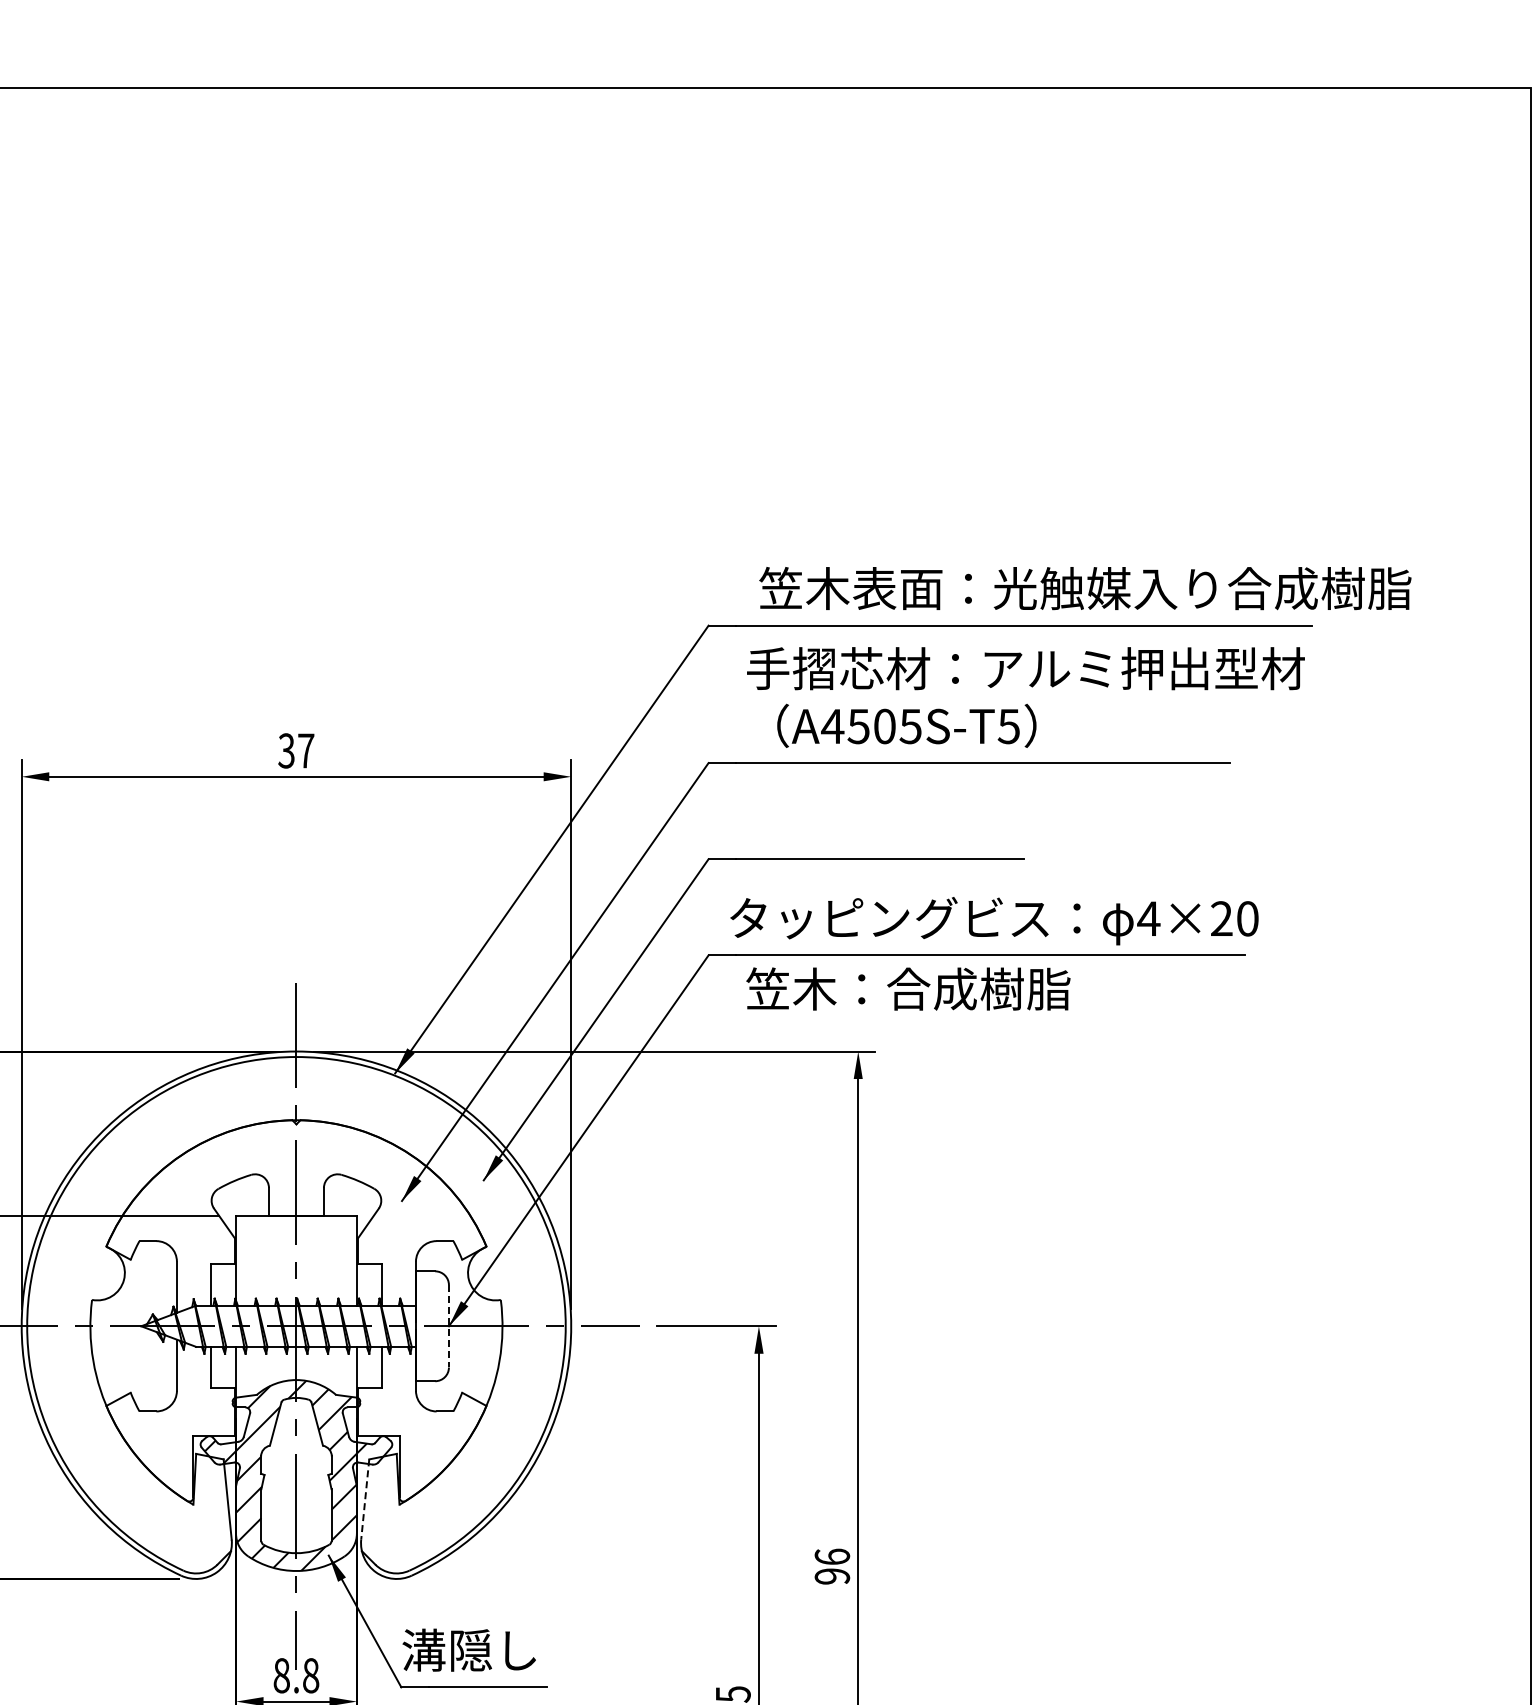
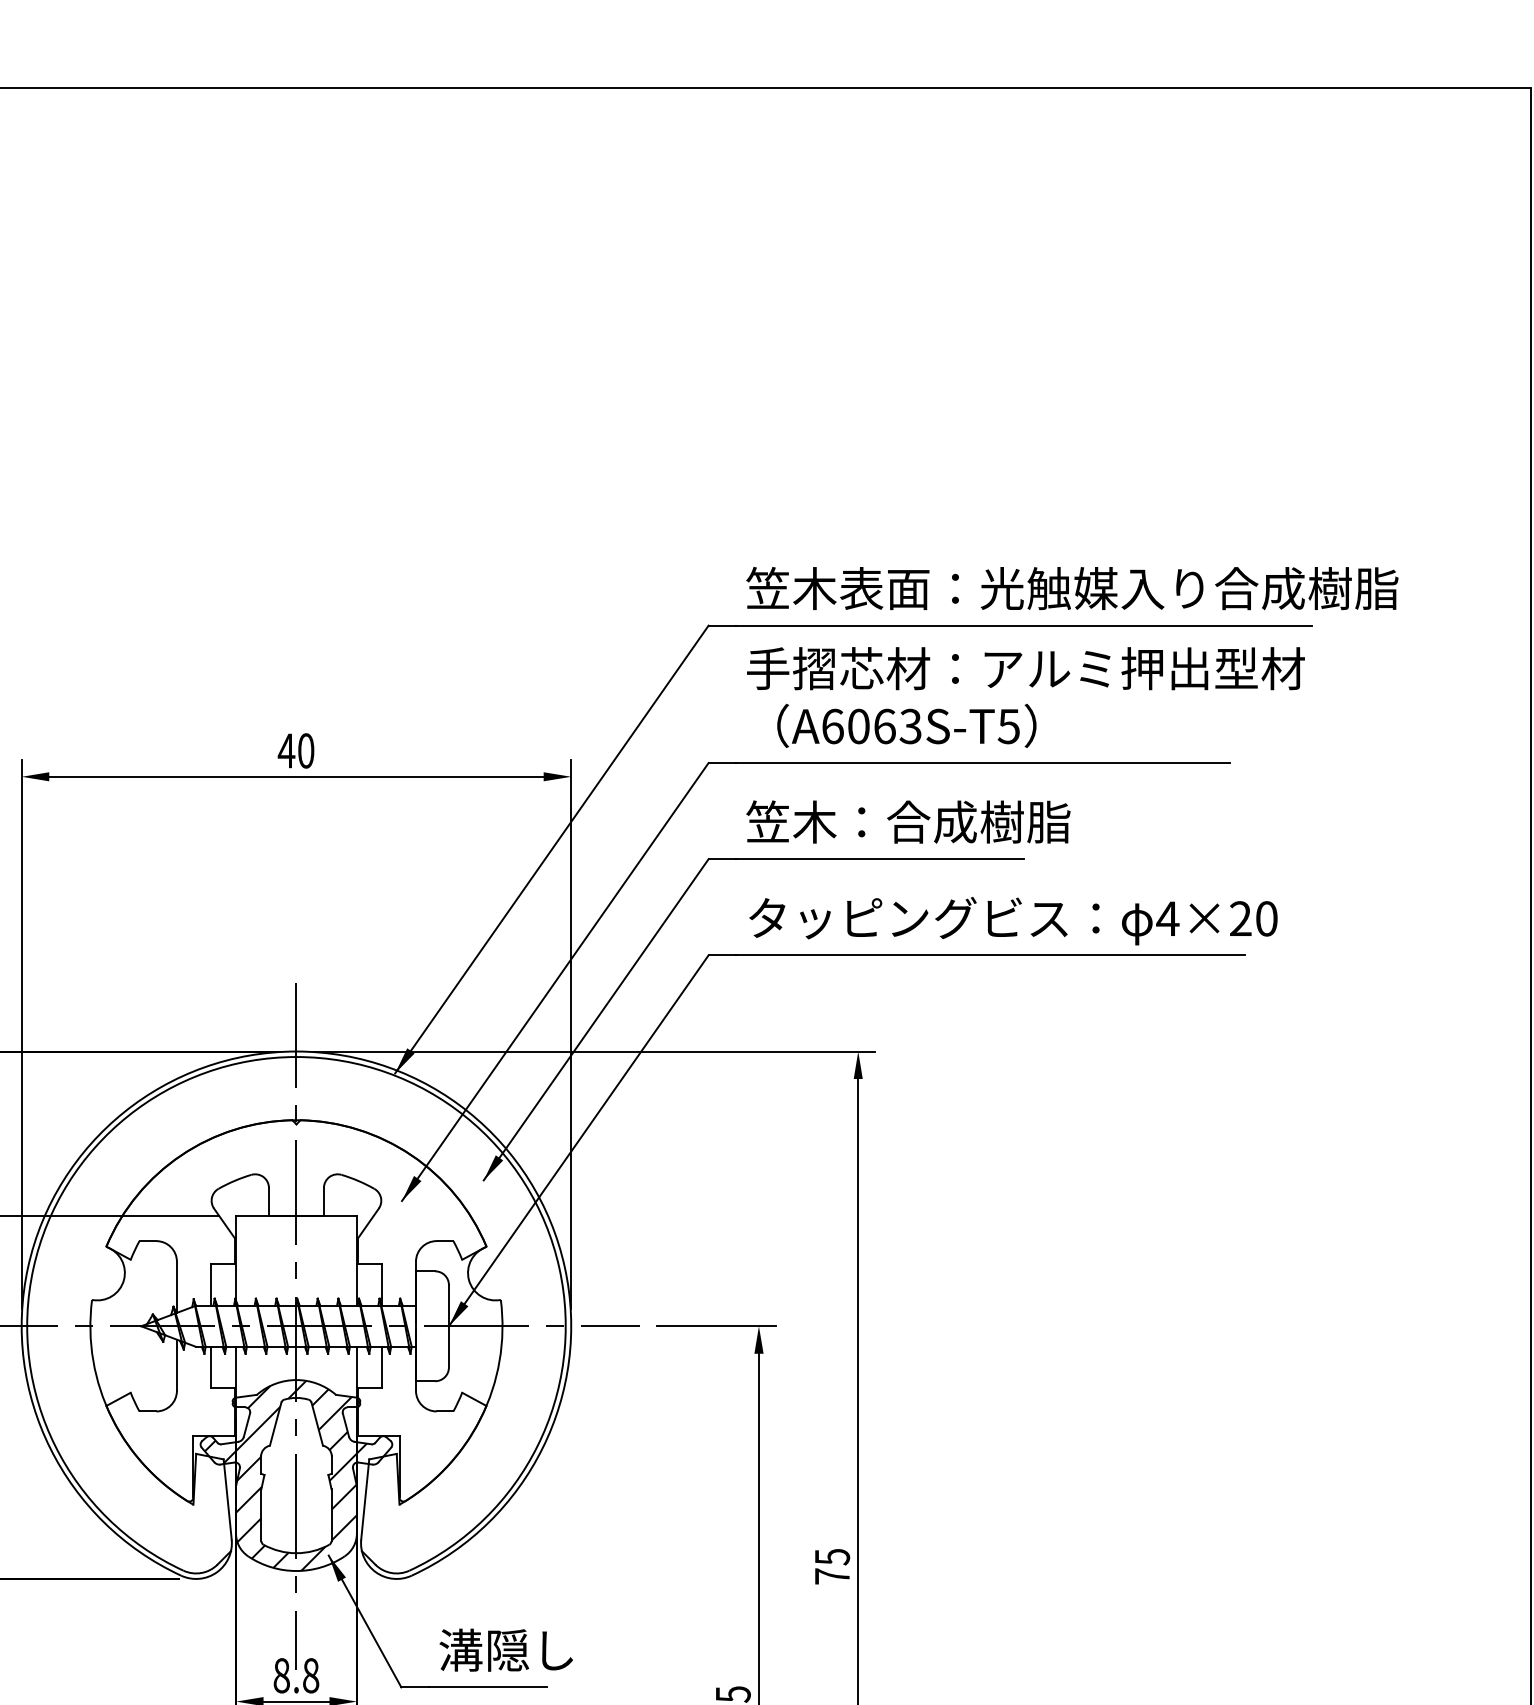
text at (1085, 588) position: (1085, 588) -> (1072, 588)
text at (871, 726): A4505S-T5 -> A6063S-T5
text at (295, 750): 37 -> 40
text at (994, 921) position: (994, 921) -> (1013, 921)
text at (908, 988) position: (908, 988) -> (908, 821)
line at (448, 1326): dashed -> solid
line at (365, 1500): dashed -> solid
text at (832, 1566): 96 -> 75
text at (468, 1649) position: (468, 1649) -> (505, 1649)
